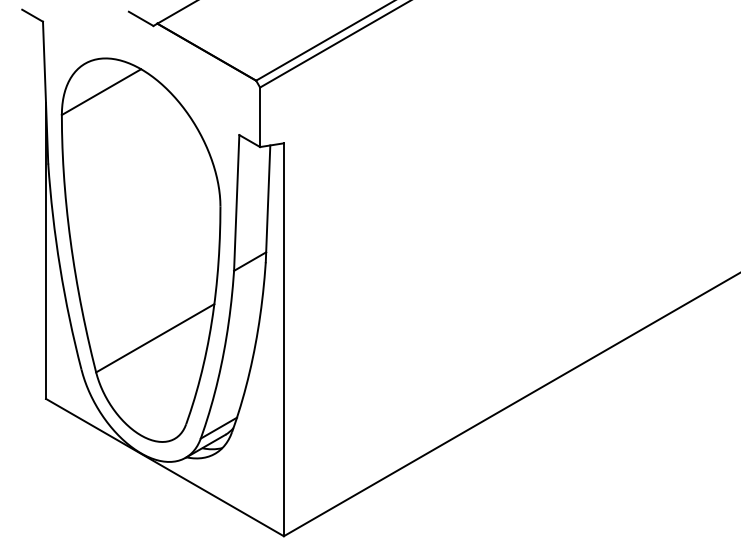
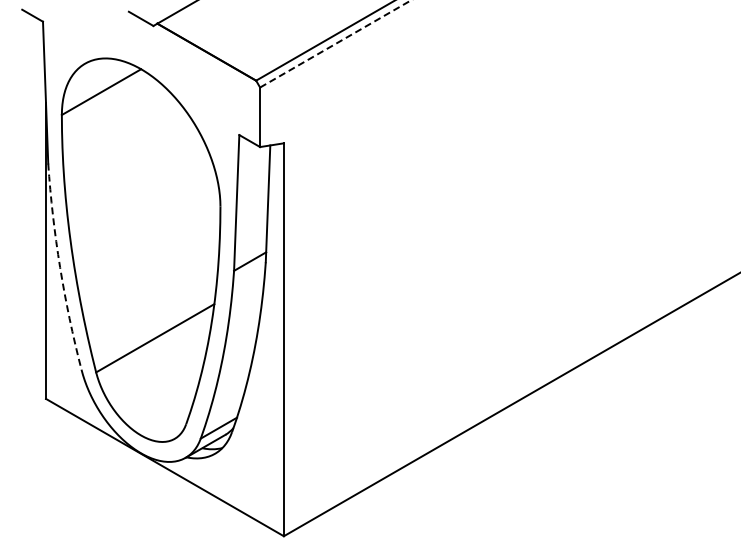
line at (336, 43): solid -> dashed
arc at (60, 267): solid -> dashed
